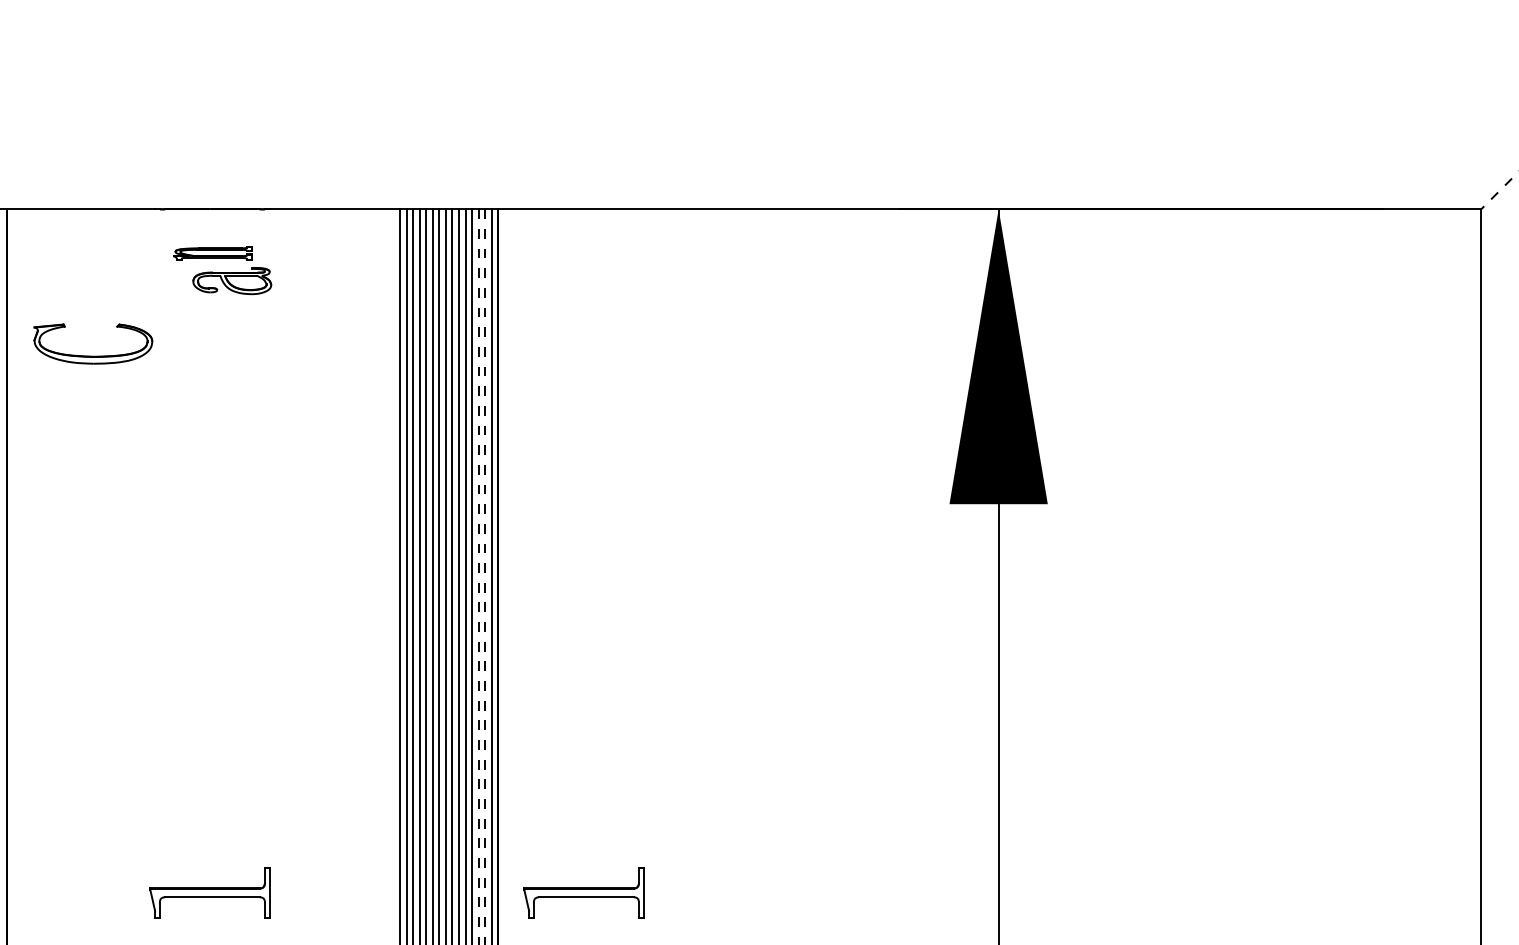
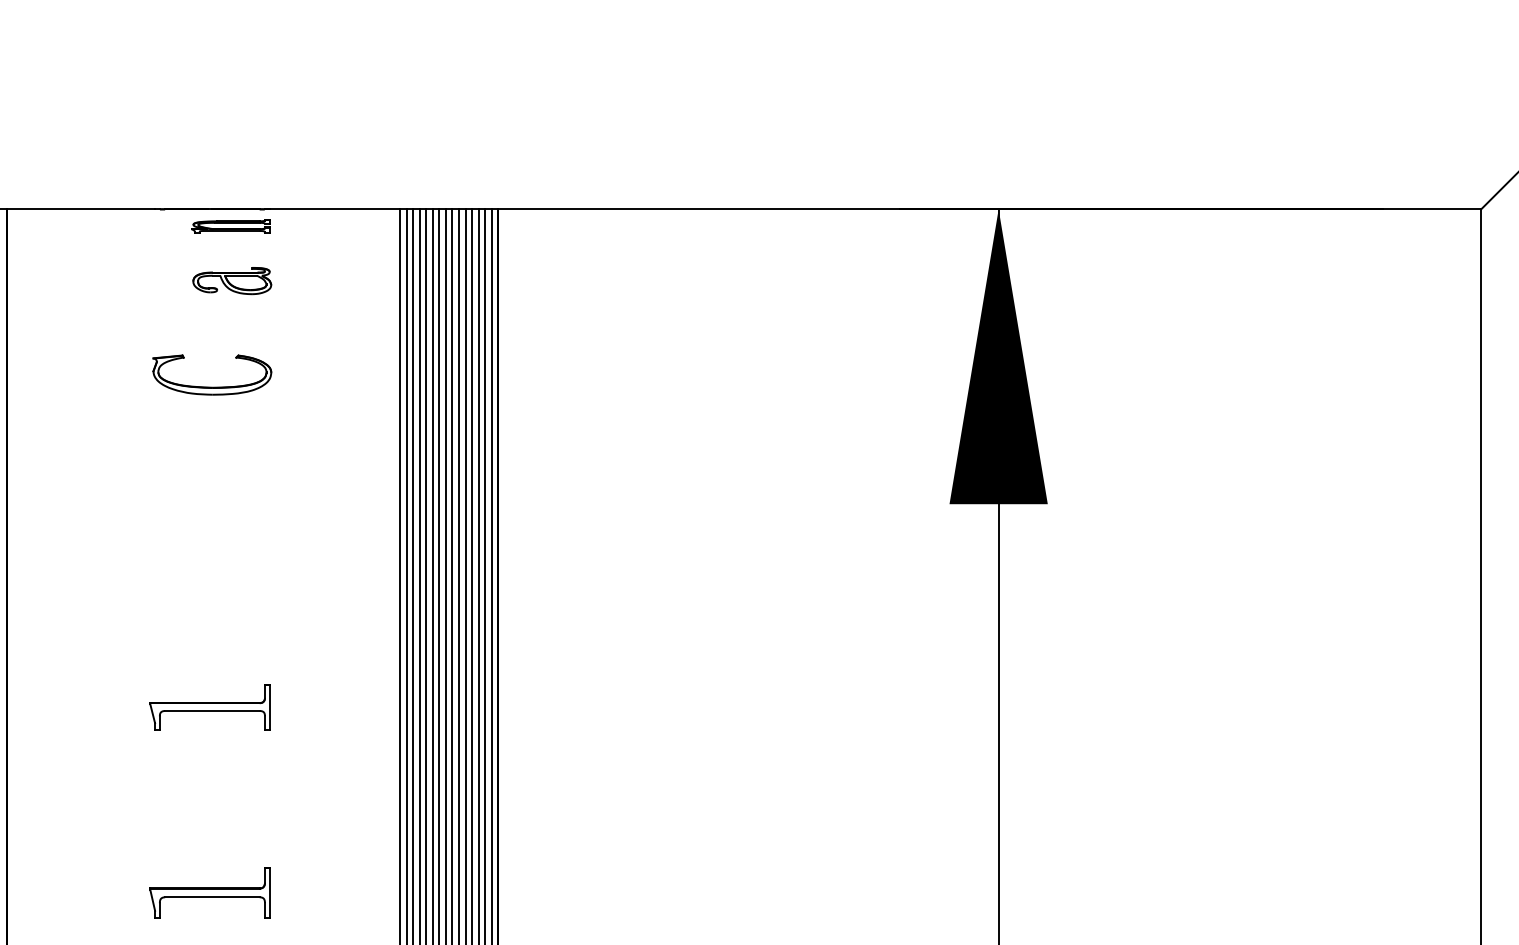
line at (1499, 190): dashed -> solid
part at (212, 253) position: (212, 253) -> (230, 226)
part at (93, 355) position: (93, 355) -> (212, 386)
line at (478, 577): dashed -> solid
line at (485, 577): dashed -> solid
part at (209, 707): none -> present
part at (583, 892): present -> none
